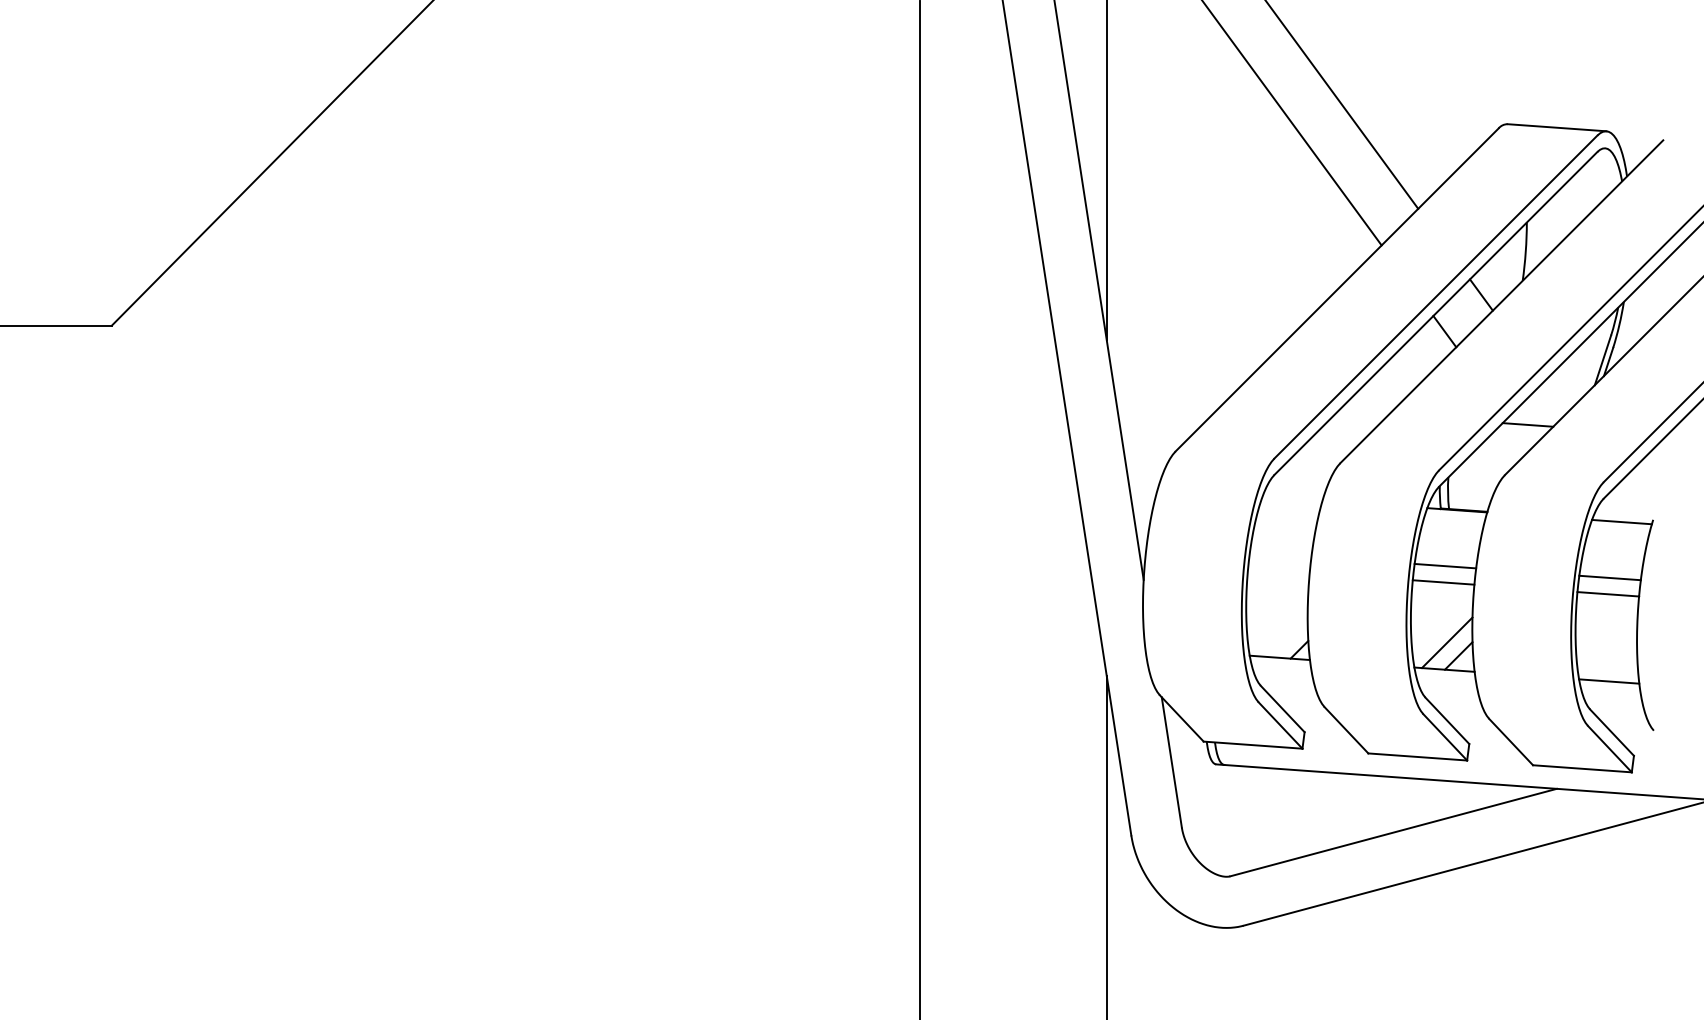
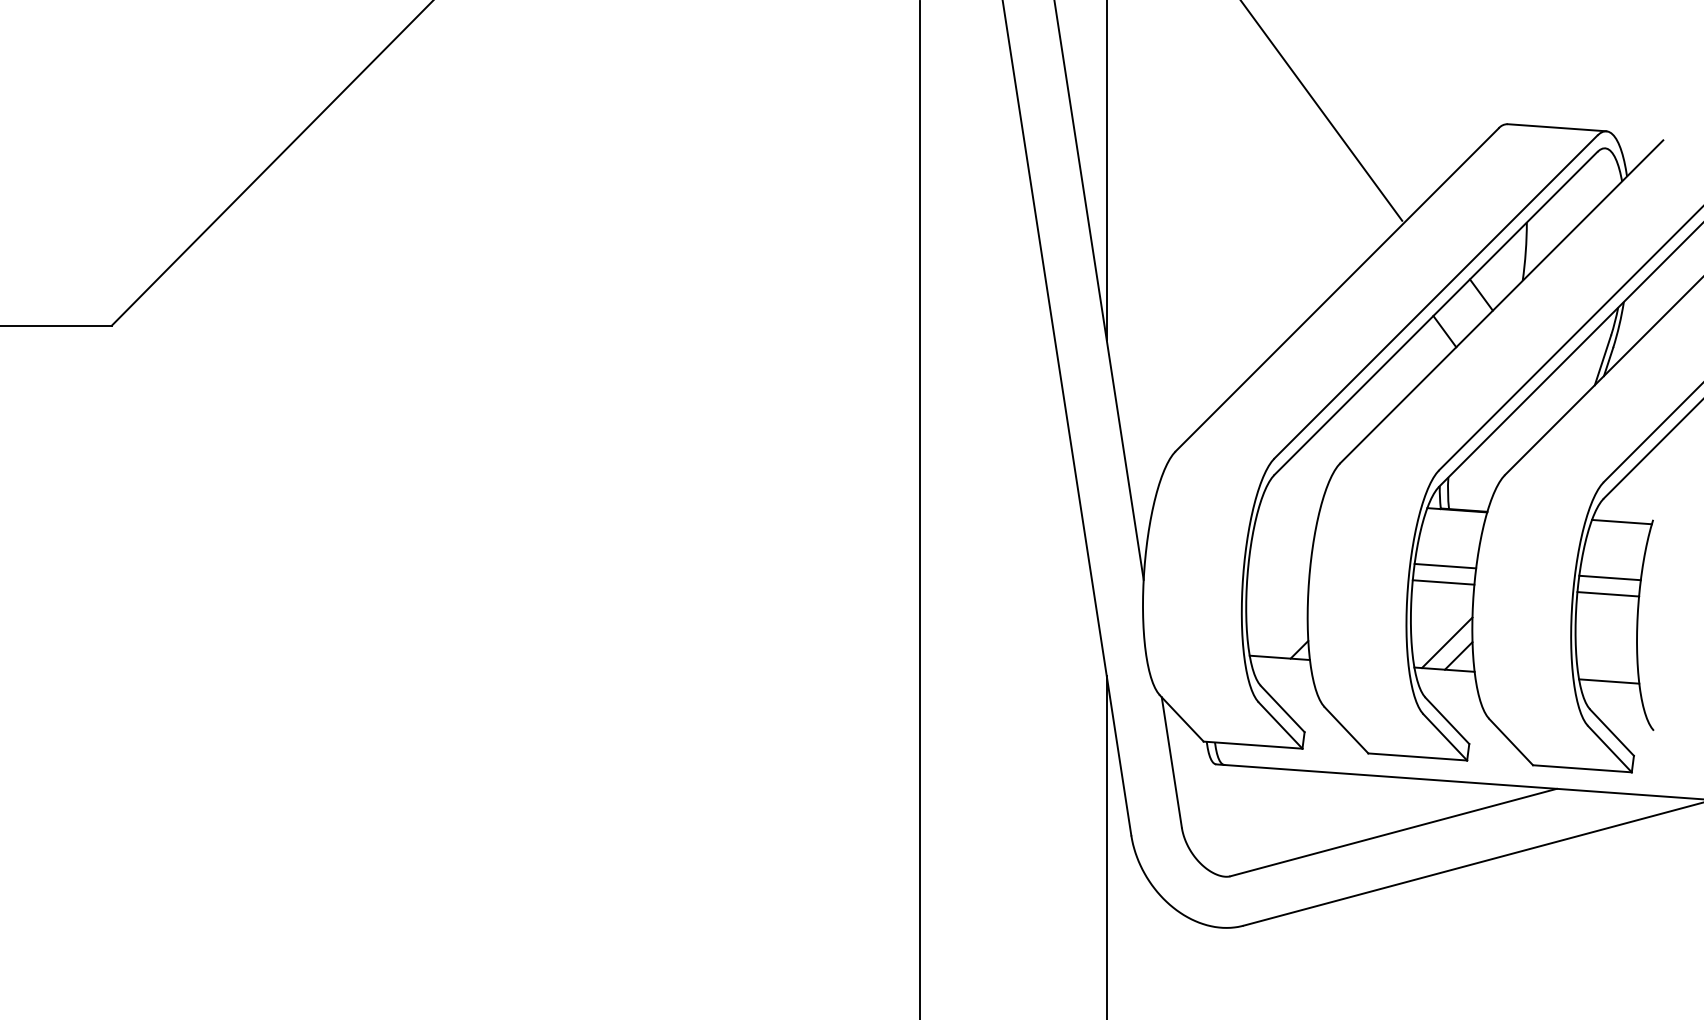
line at (1342, 105) position: (1342, 105) -> (1322, 111)
line at (1292, 123): present -> none
line at (1527, 424): present -> none
